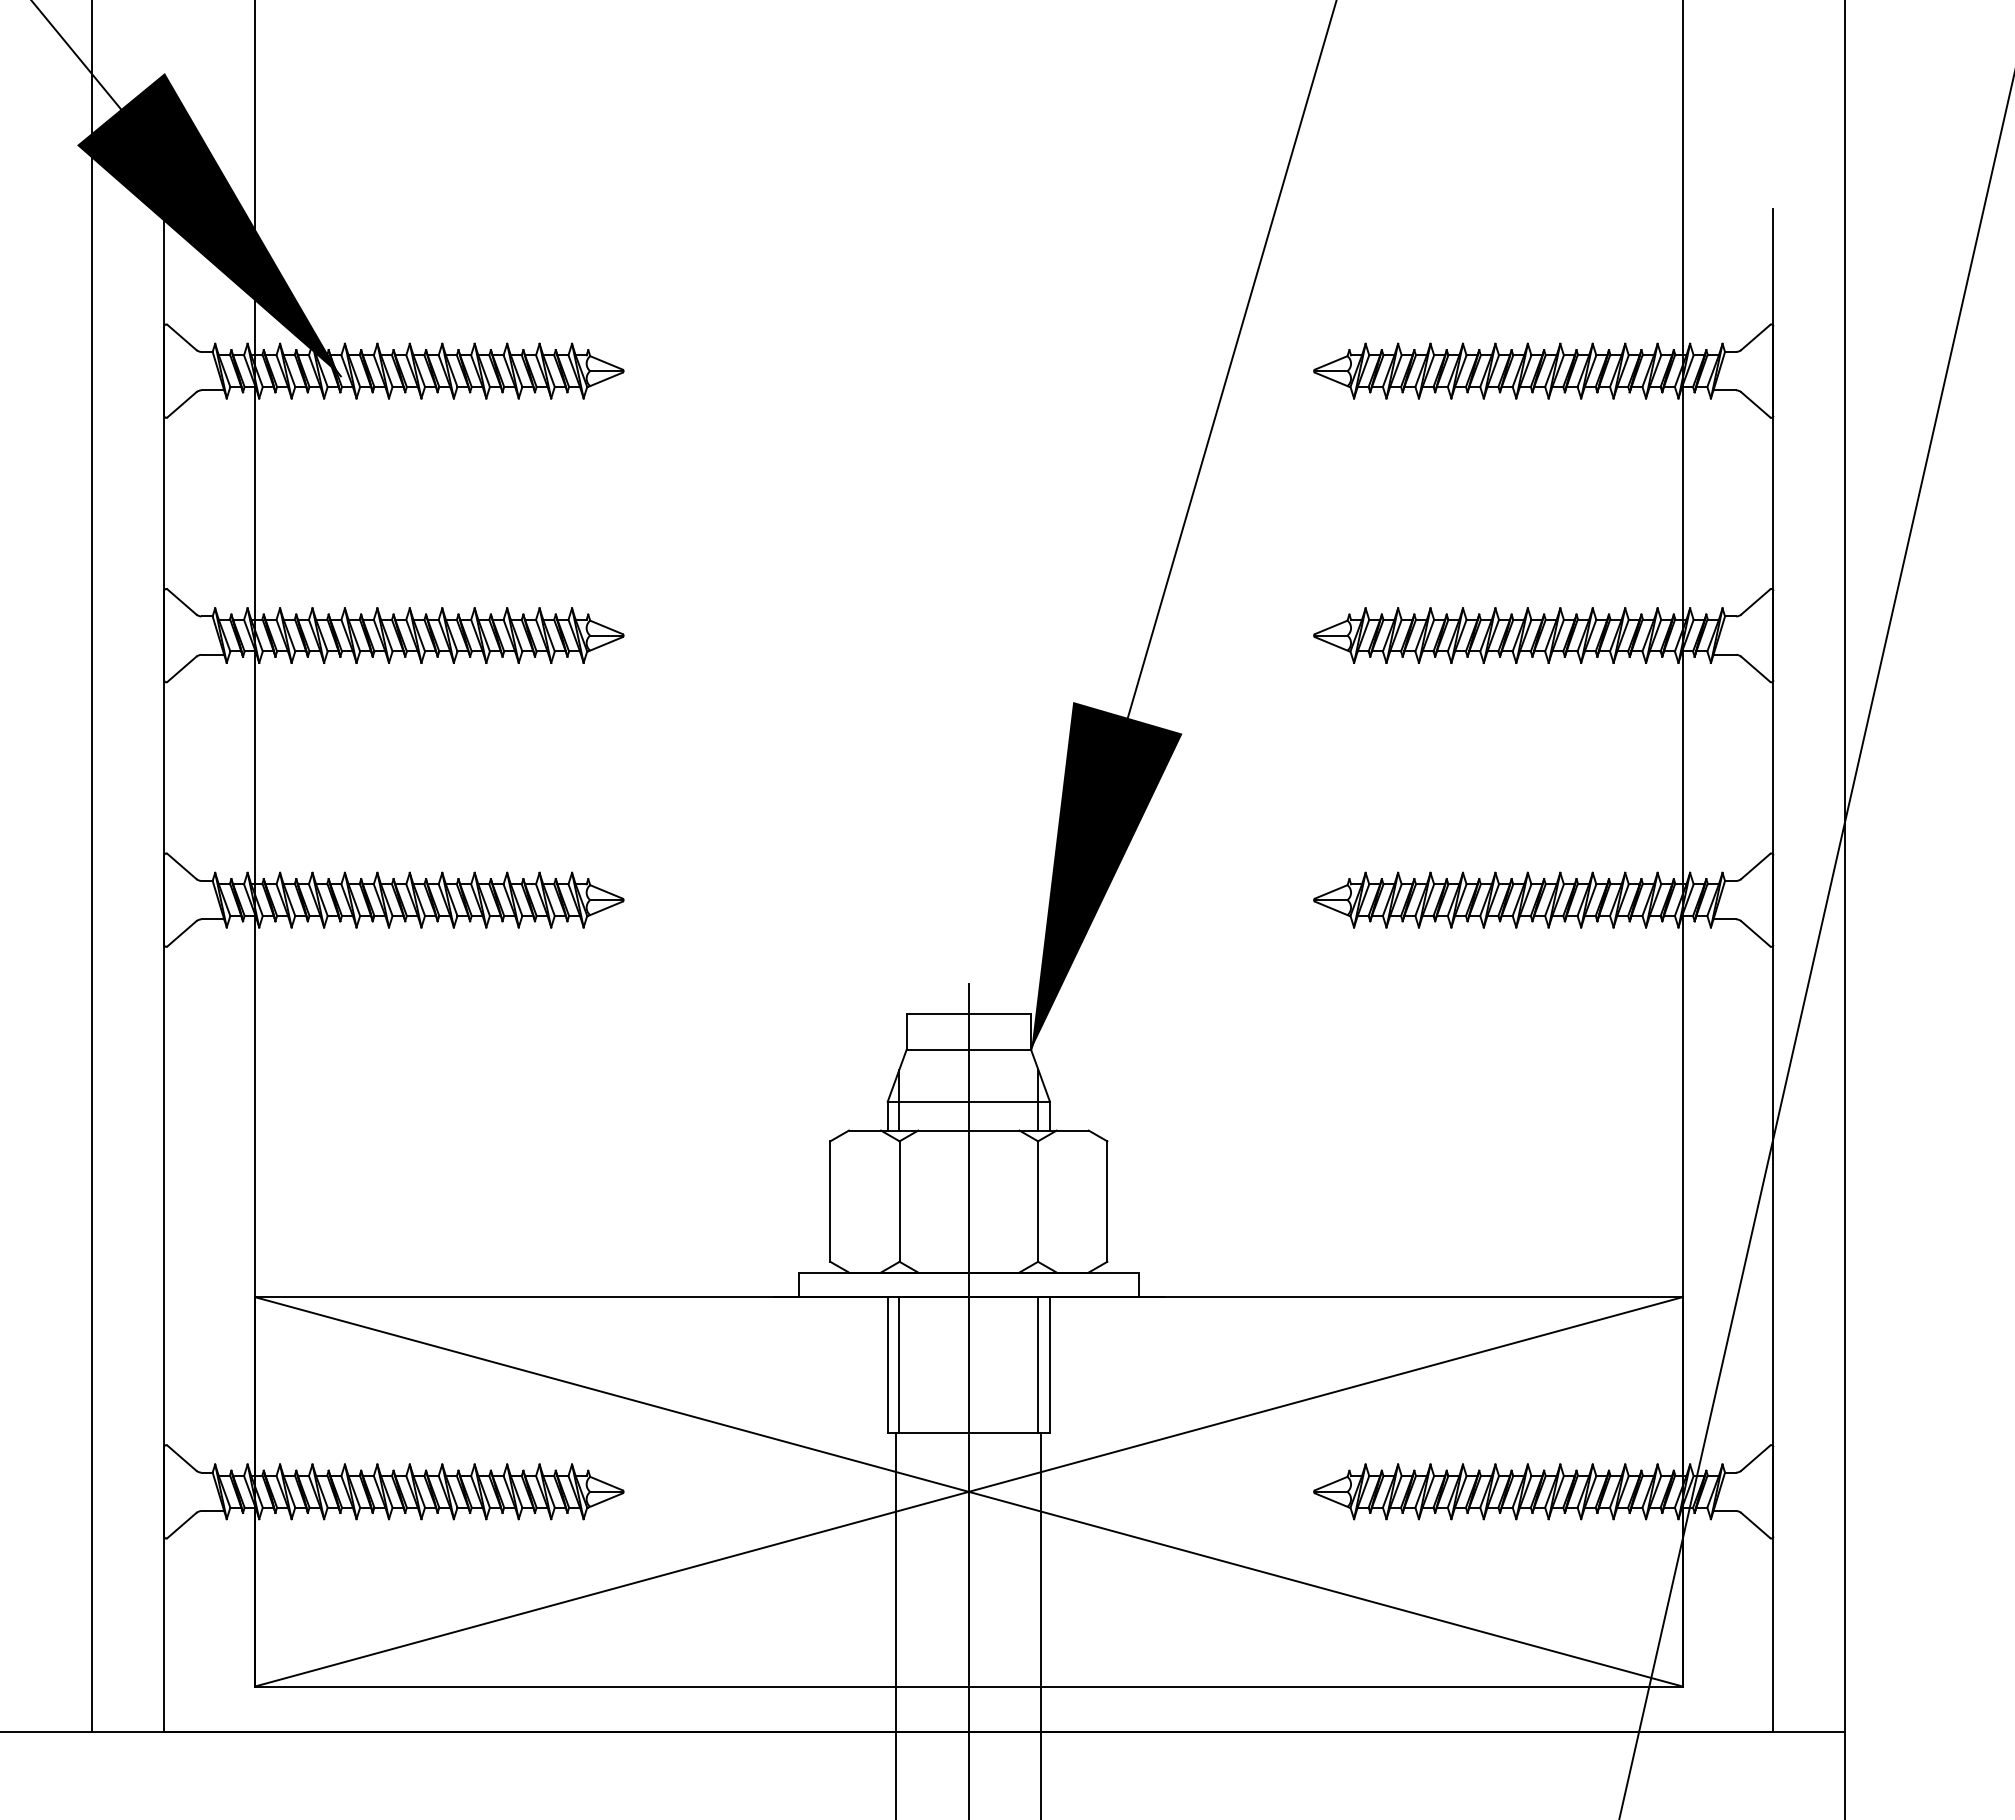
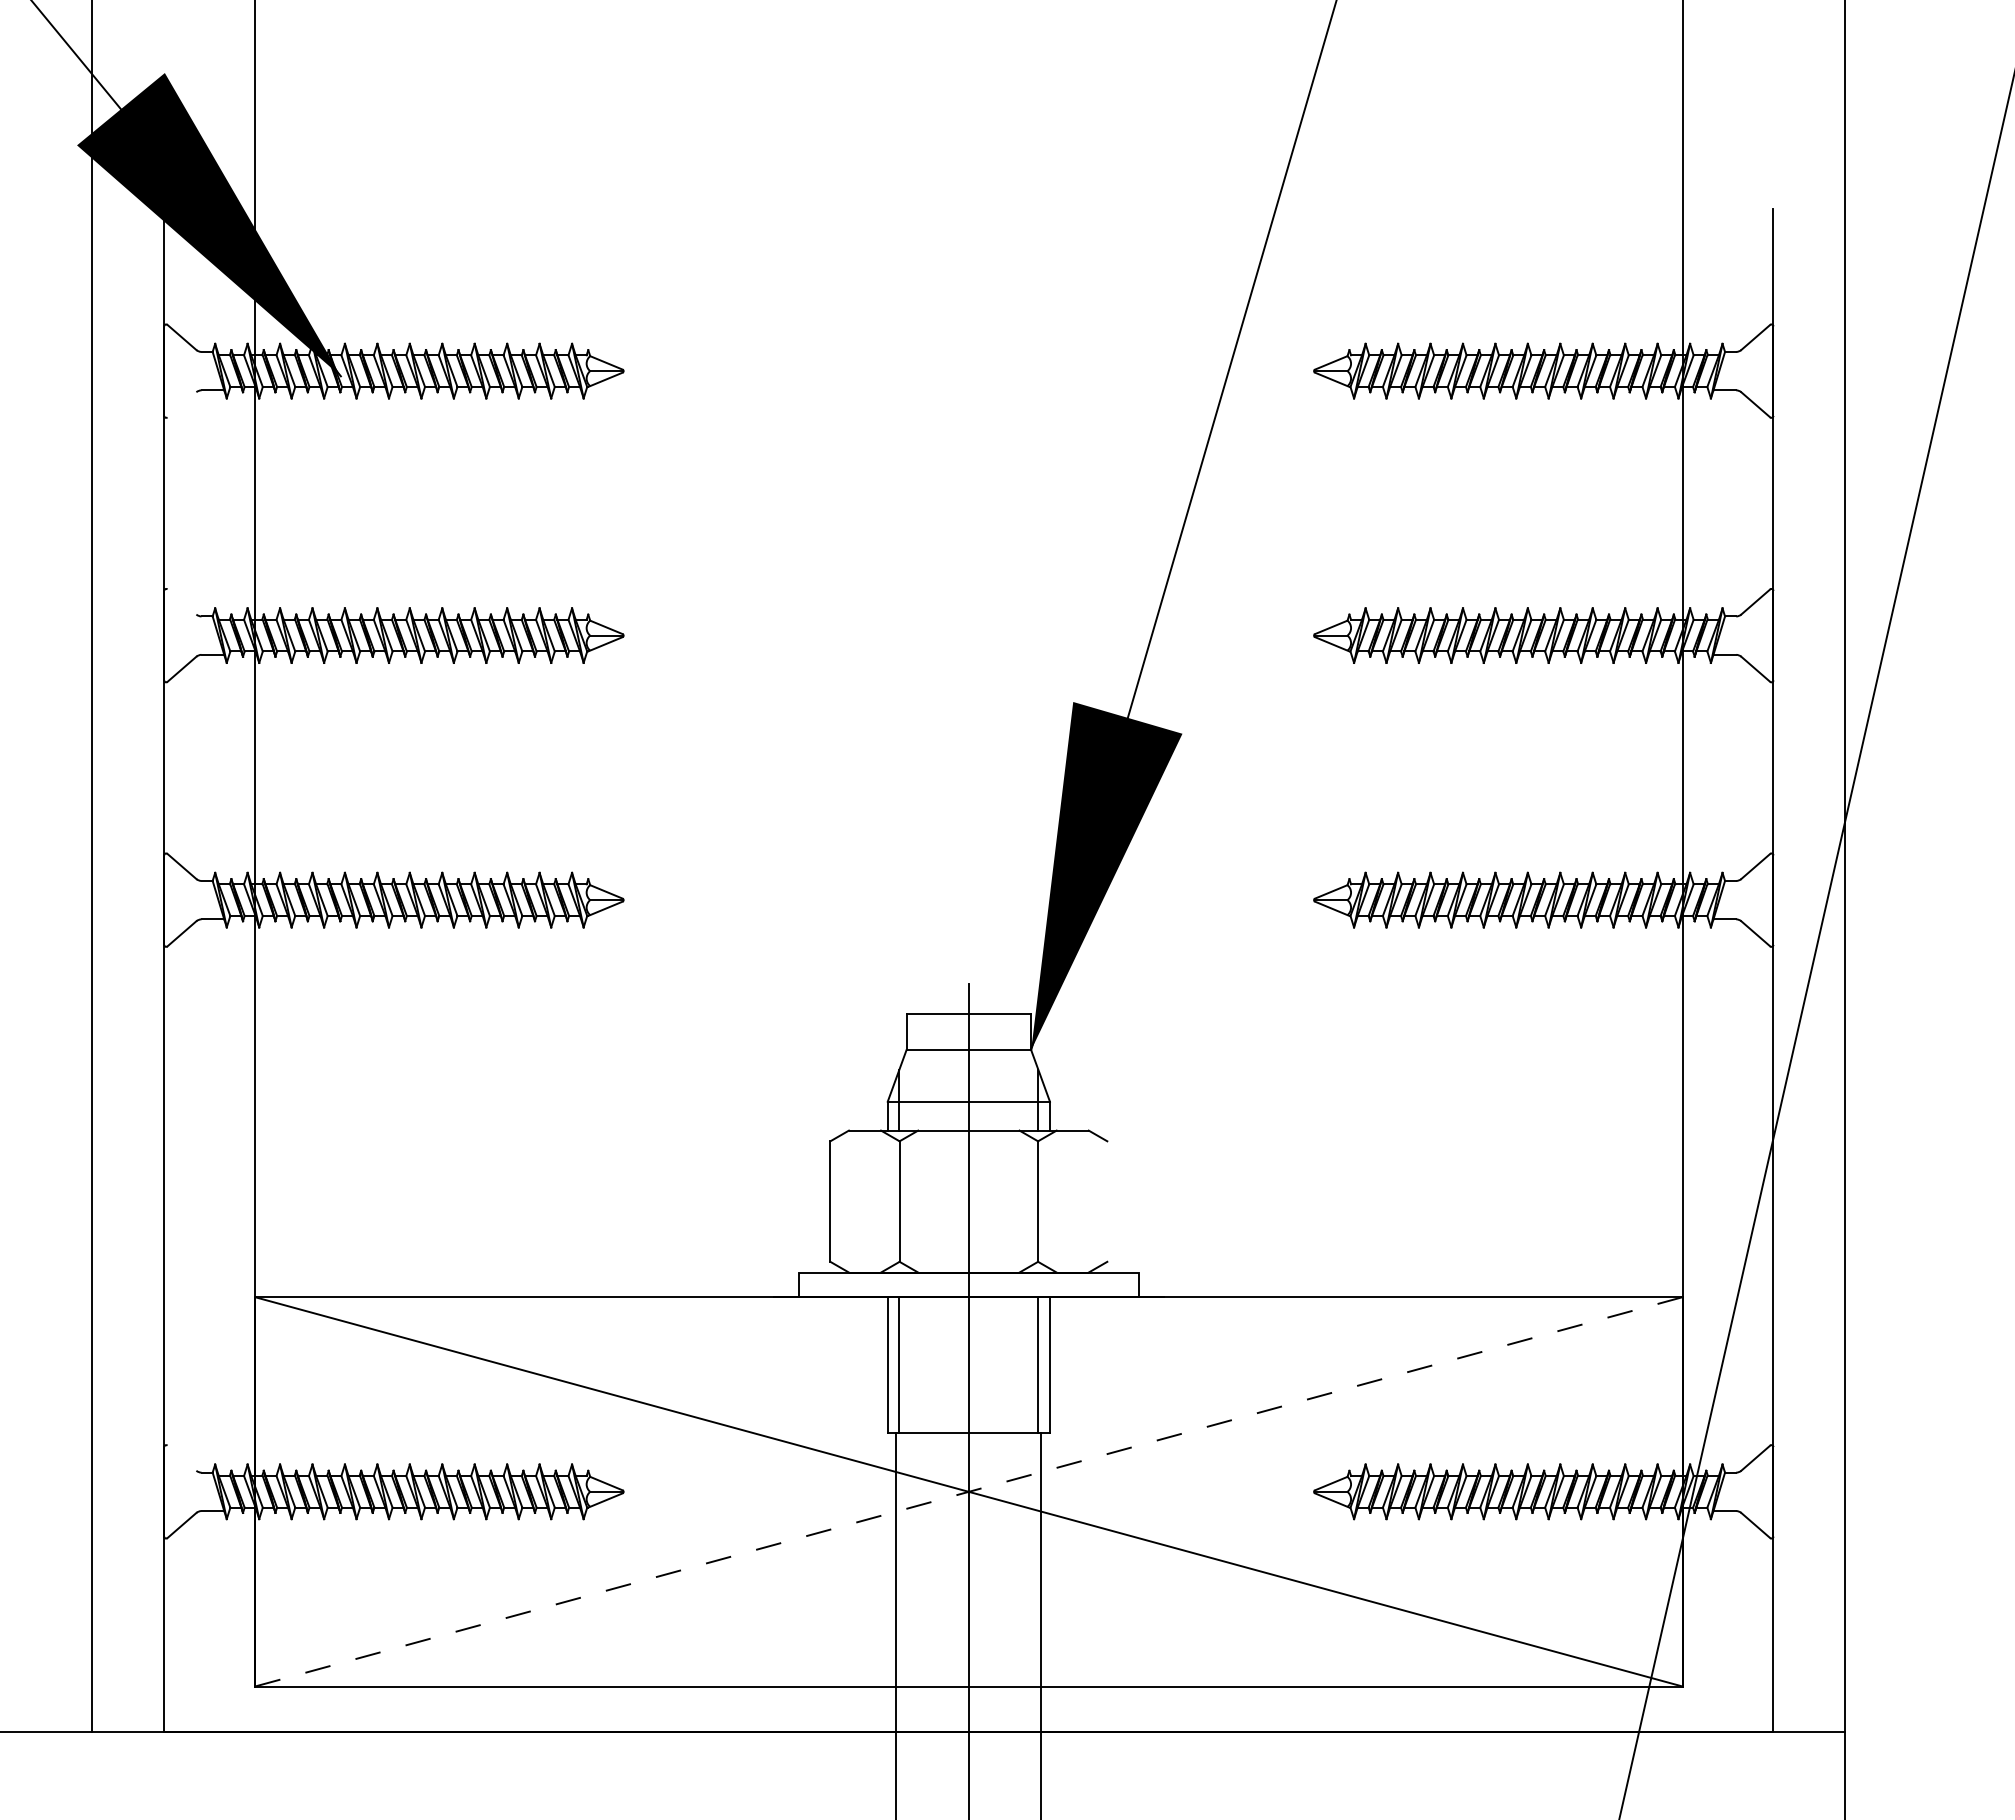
line at (181, 404): present -> none
line at (181, 601): present -> none
line at (1107, 1201): present -> none
line at (181, 1457): present -> none
line at (968, 1491): solid -> dashed
